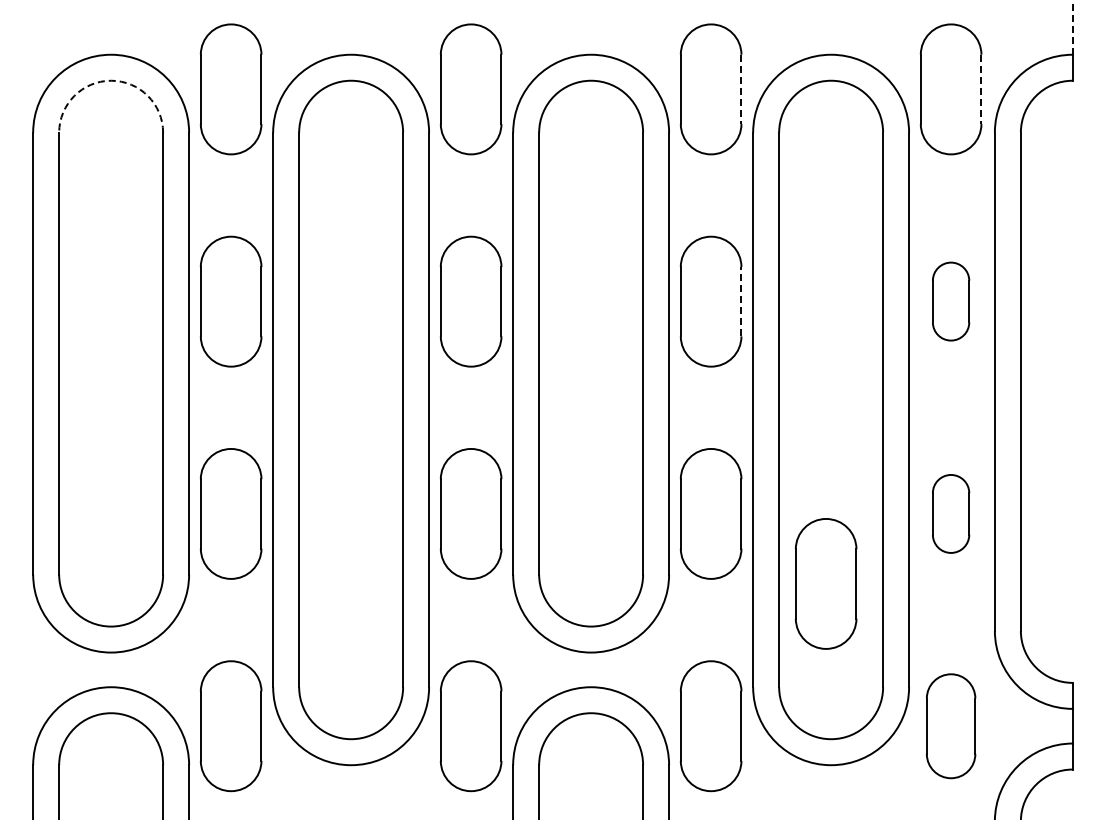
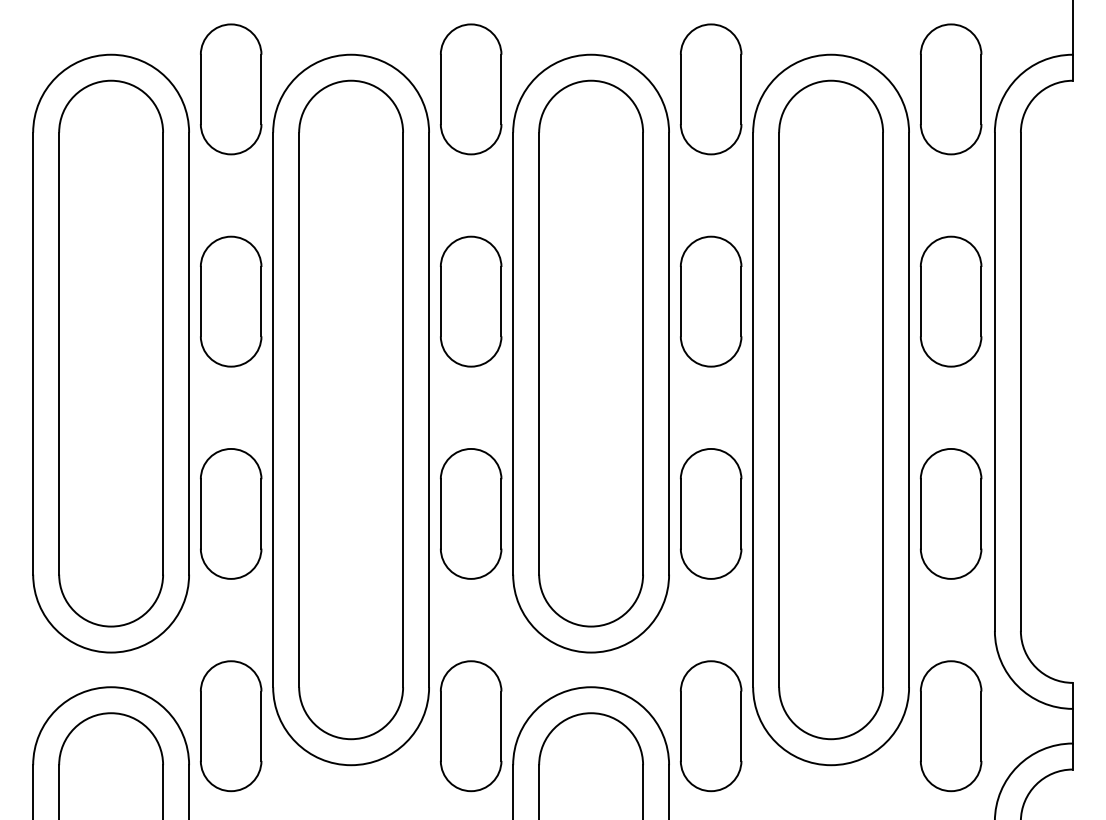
line at (1072, 27): dashed -> solid
arc at (111, 80): dashed -> solid
line at (741, 89): dashed -> solid
line at (981, 89): dashed -> solid
line at (741, 301): dashed -> solid
part at (951, 301) size: 39x81 px -> 64x133 px
part at (951, 513) size: 39x80 px -> 64x132 px
part at (826, 583): present -> none
part at (951, 726) size: 51x107 px -> 64x133 px
